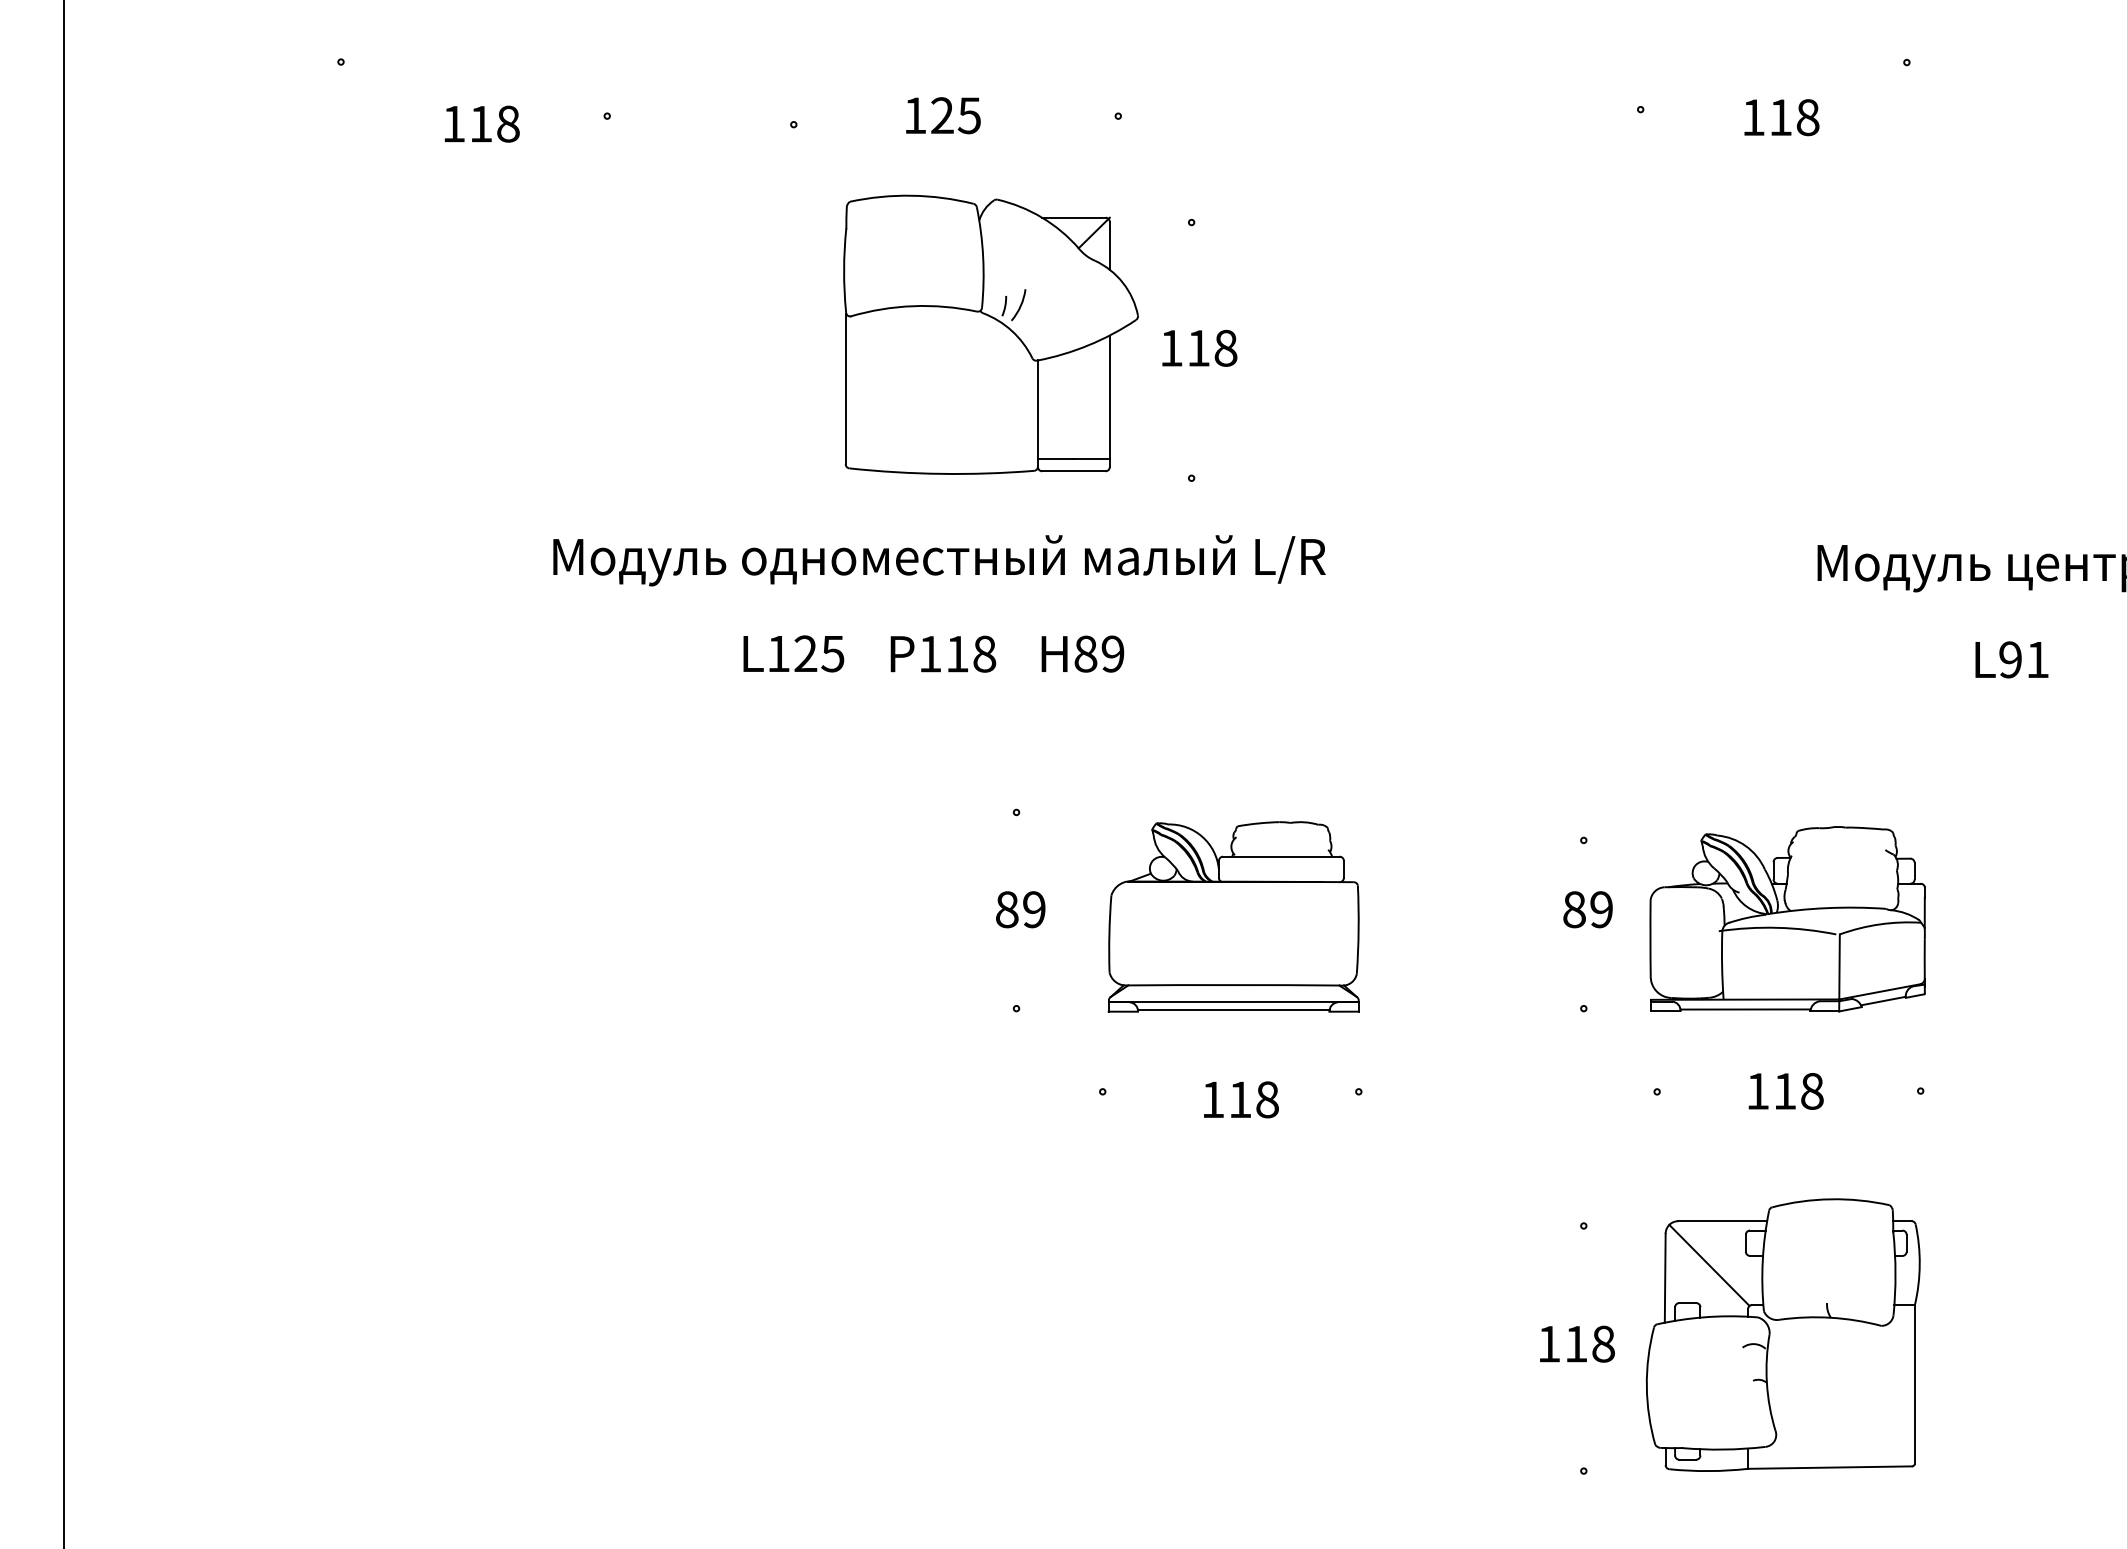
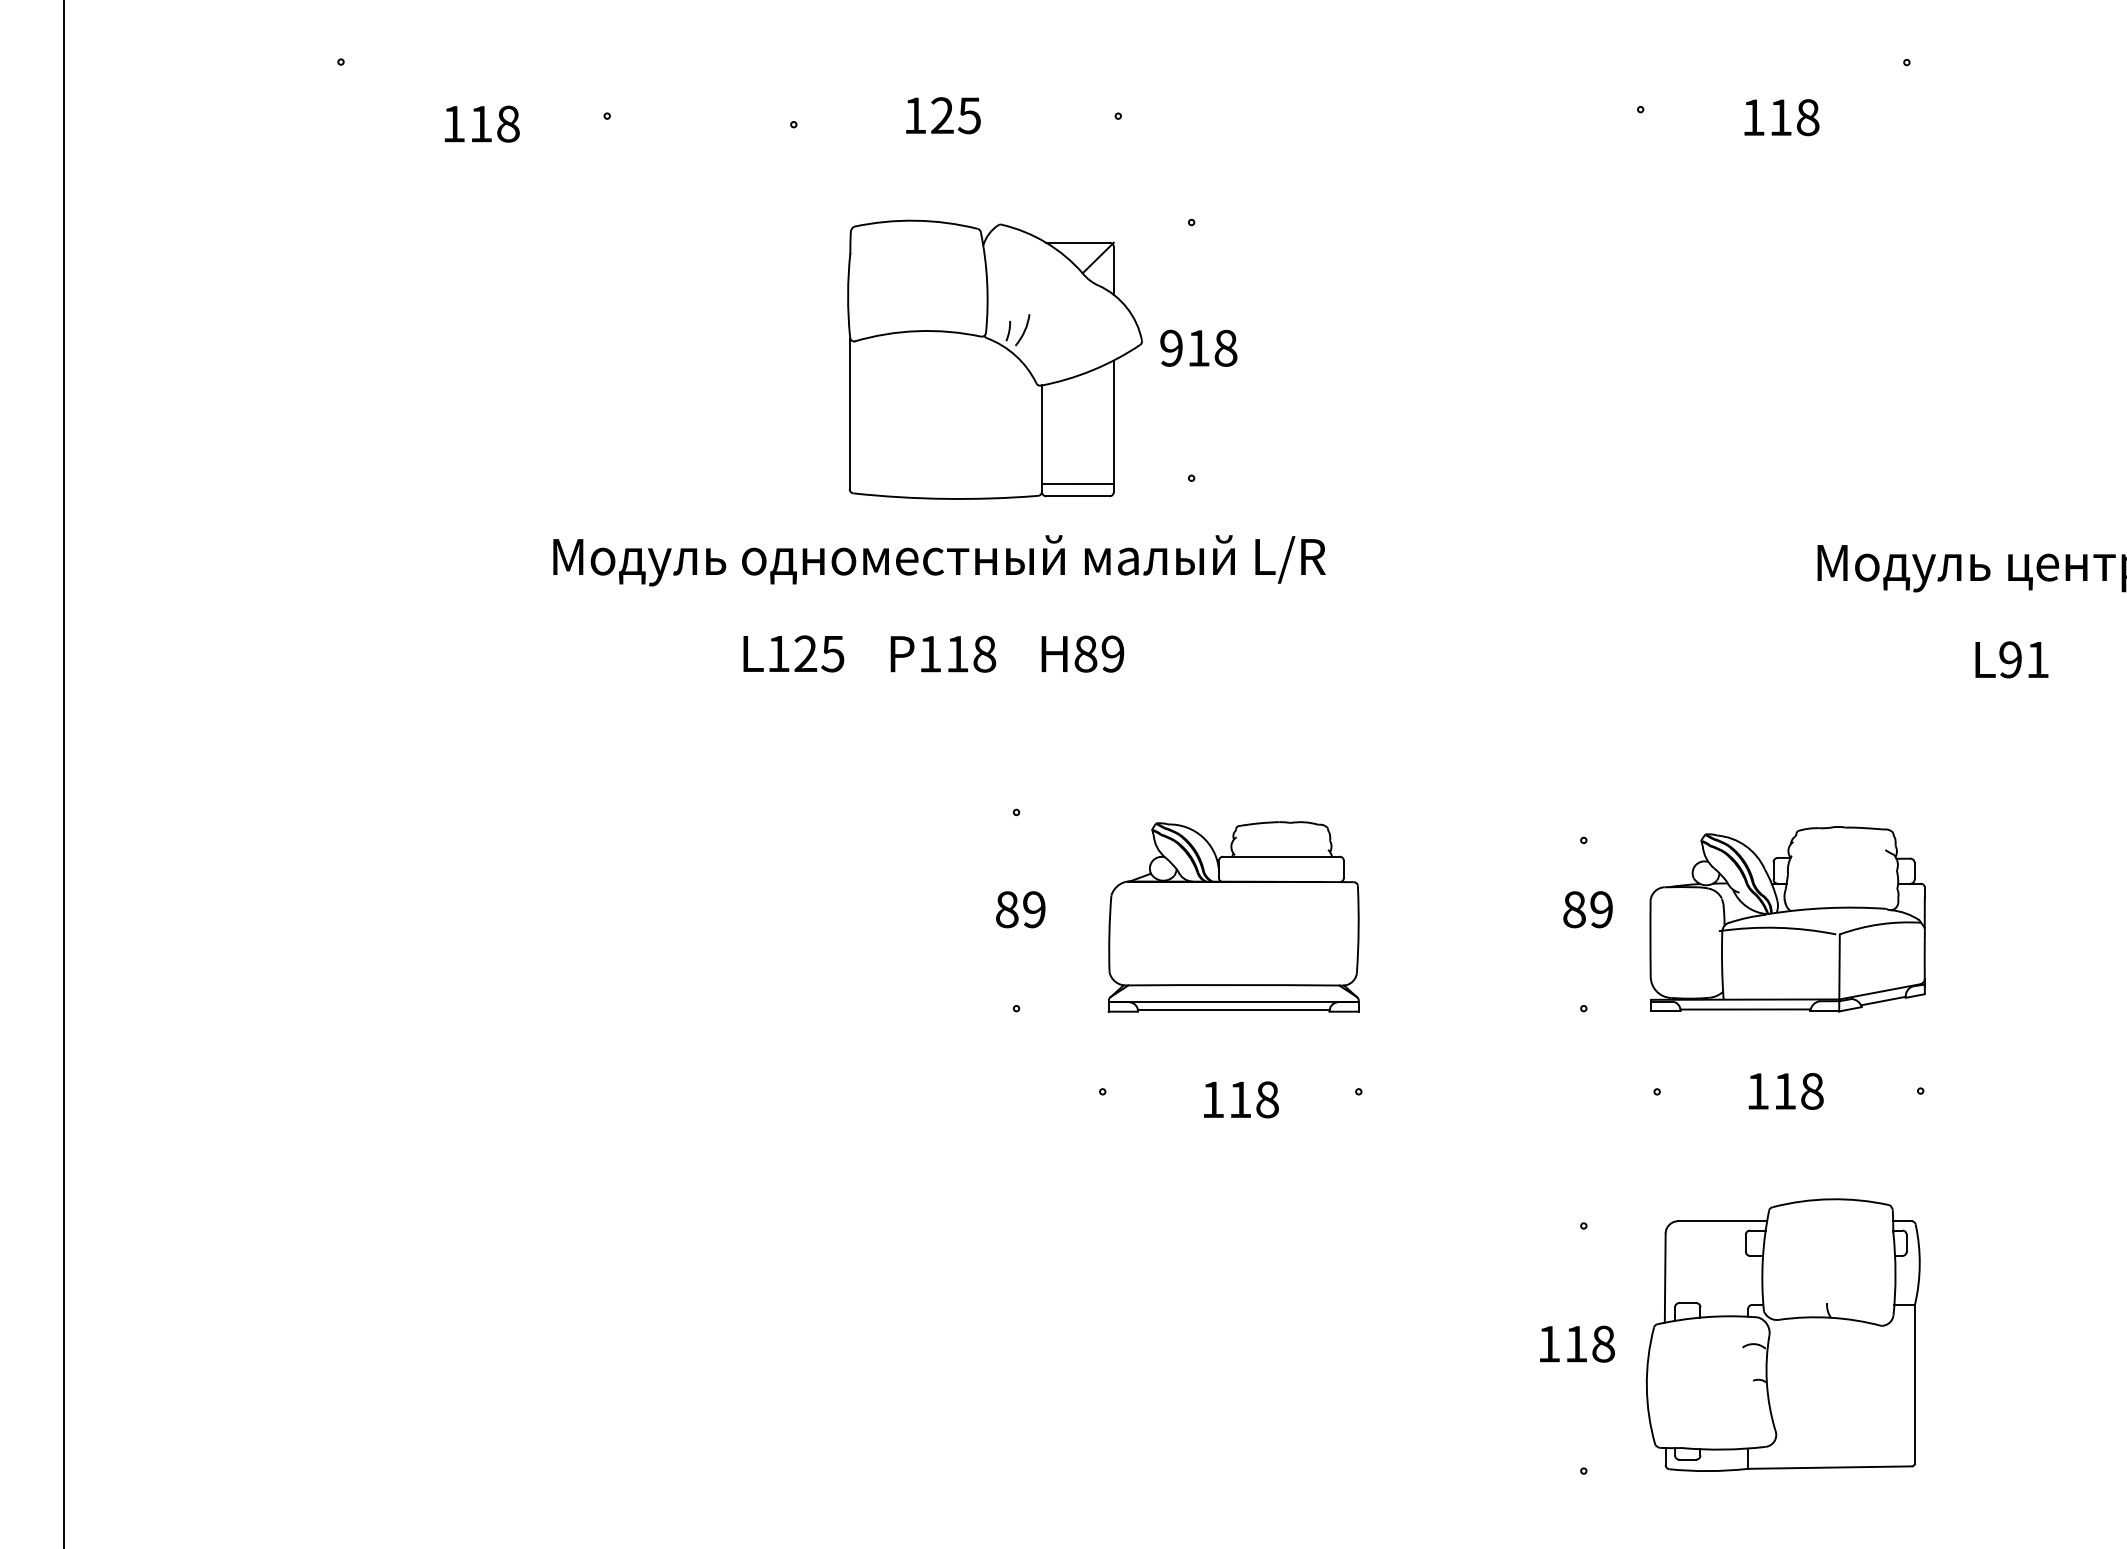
part at (990, 334) position: (990, 334) -> (994, 359)
text at (1171, 347): 118 -> 918
line at (1709, 1264): present -> none
